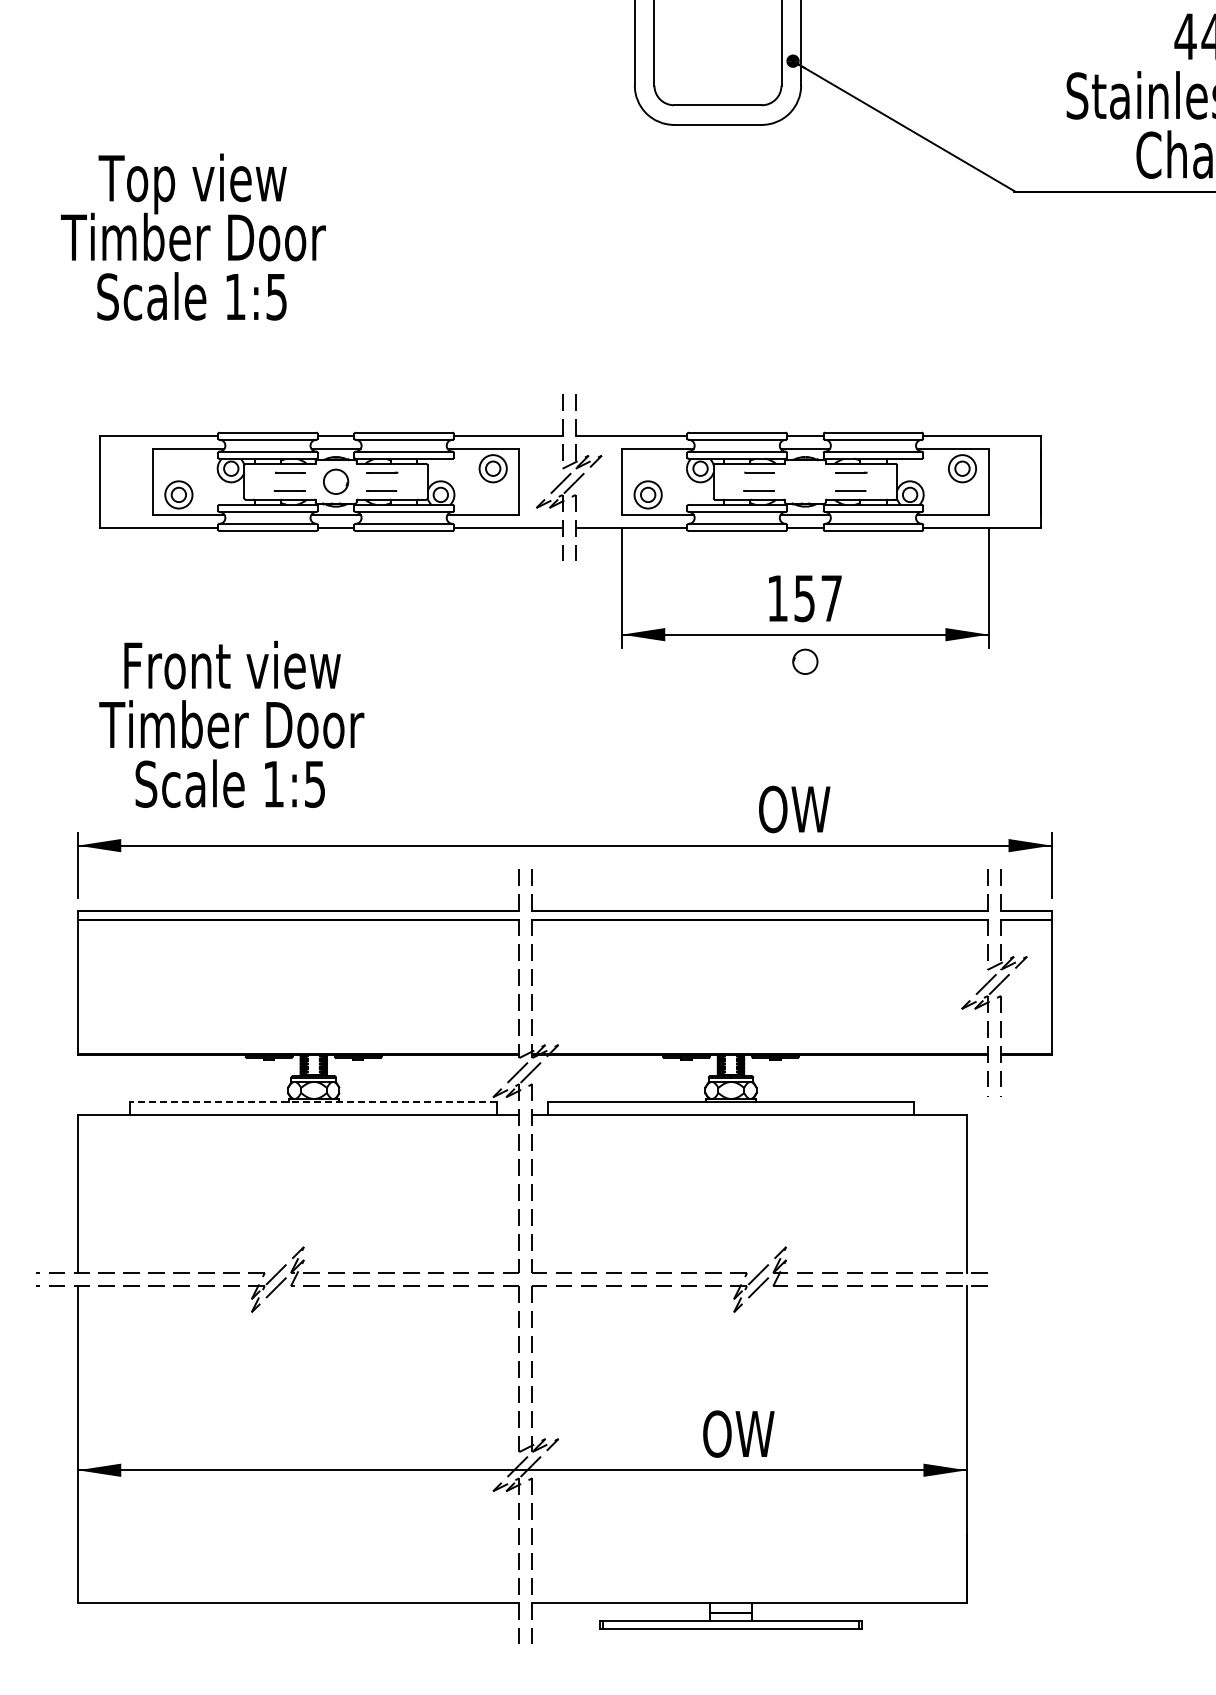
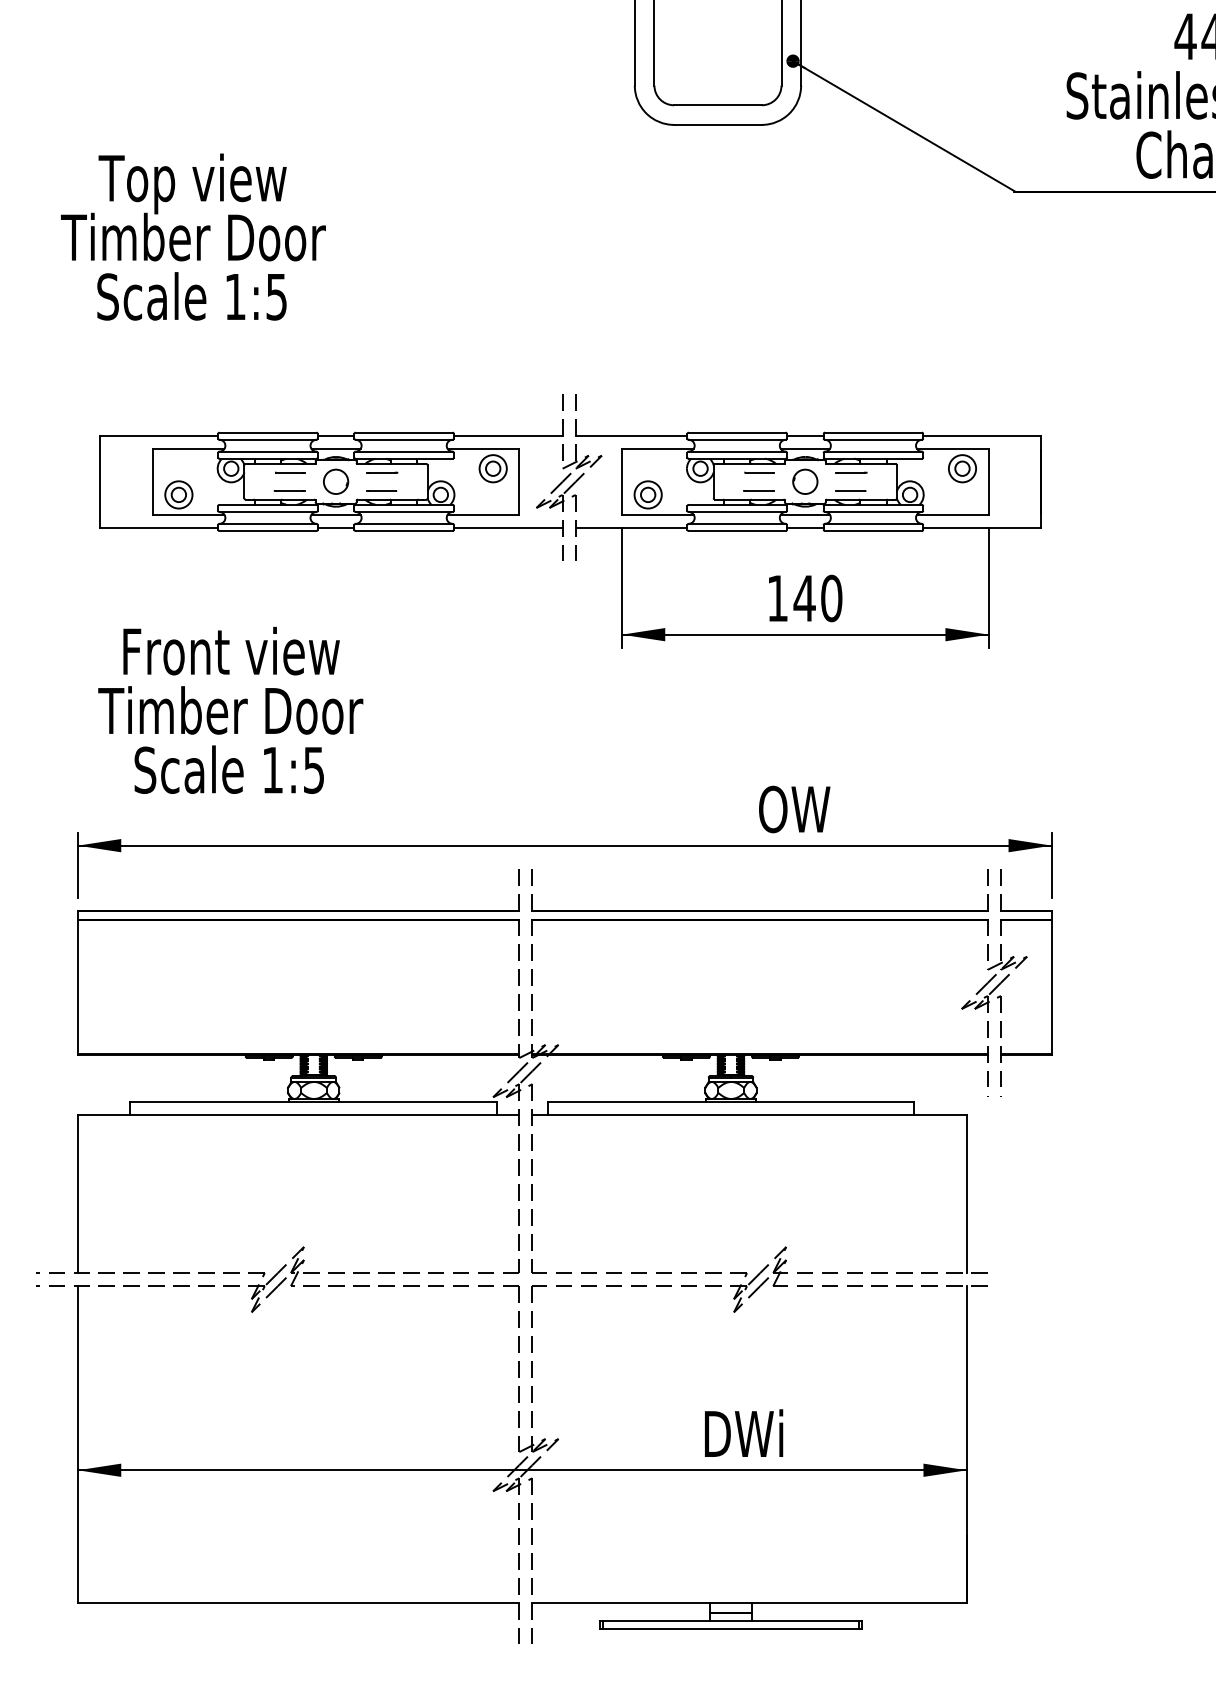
text at (817, 598): 157 -> 140
circle at (805, 661) position: (805, 661) -> (805, 481)
text at (231, 723) position: (231, 723) -> (230, 709)
line at (313, 1102): dashed -> solid
text at (743, 1433): OW -> DWi
